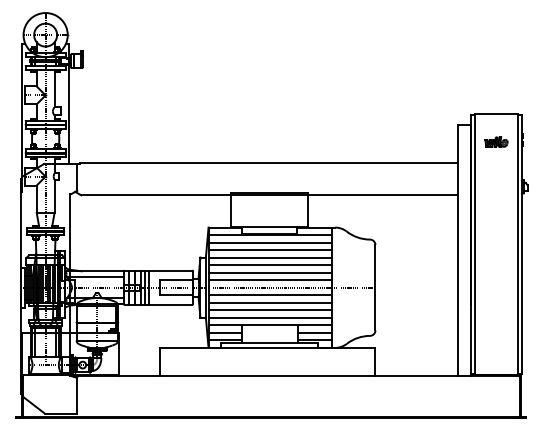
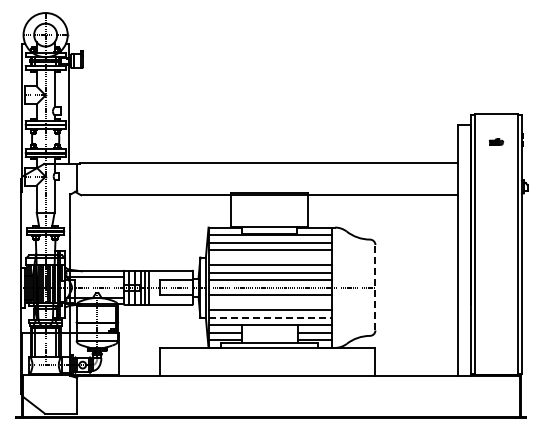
part at (496, 141) size: 25x12 px -> 15x8 px
line at (270, 257): present -> none
line at (375, 287): solid -> dashed
line at (270, 302): present -> none
line at (270, 317): solid -> dashed
